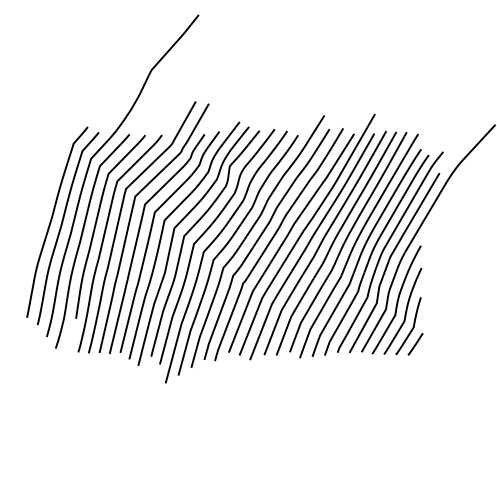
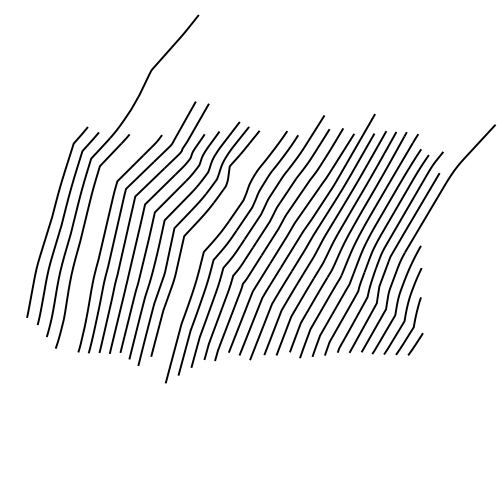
part at (97, 221): present -> none
part at (205, 233): present -> none
